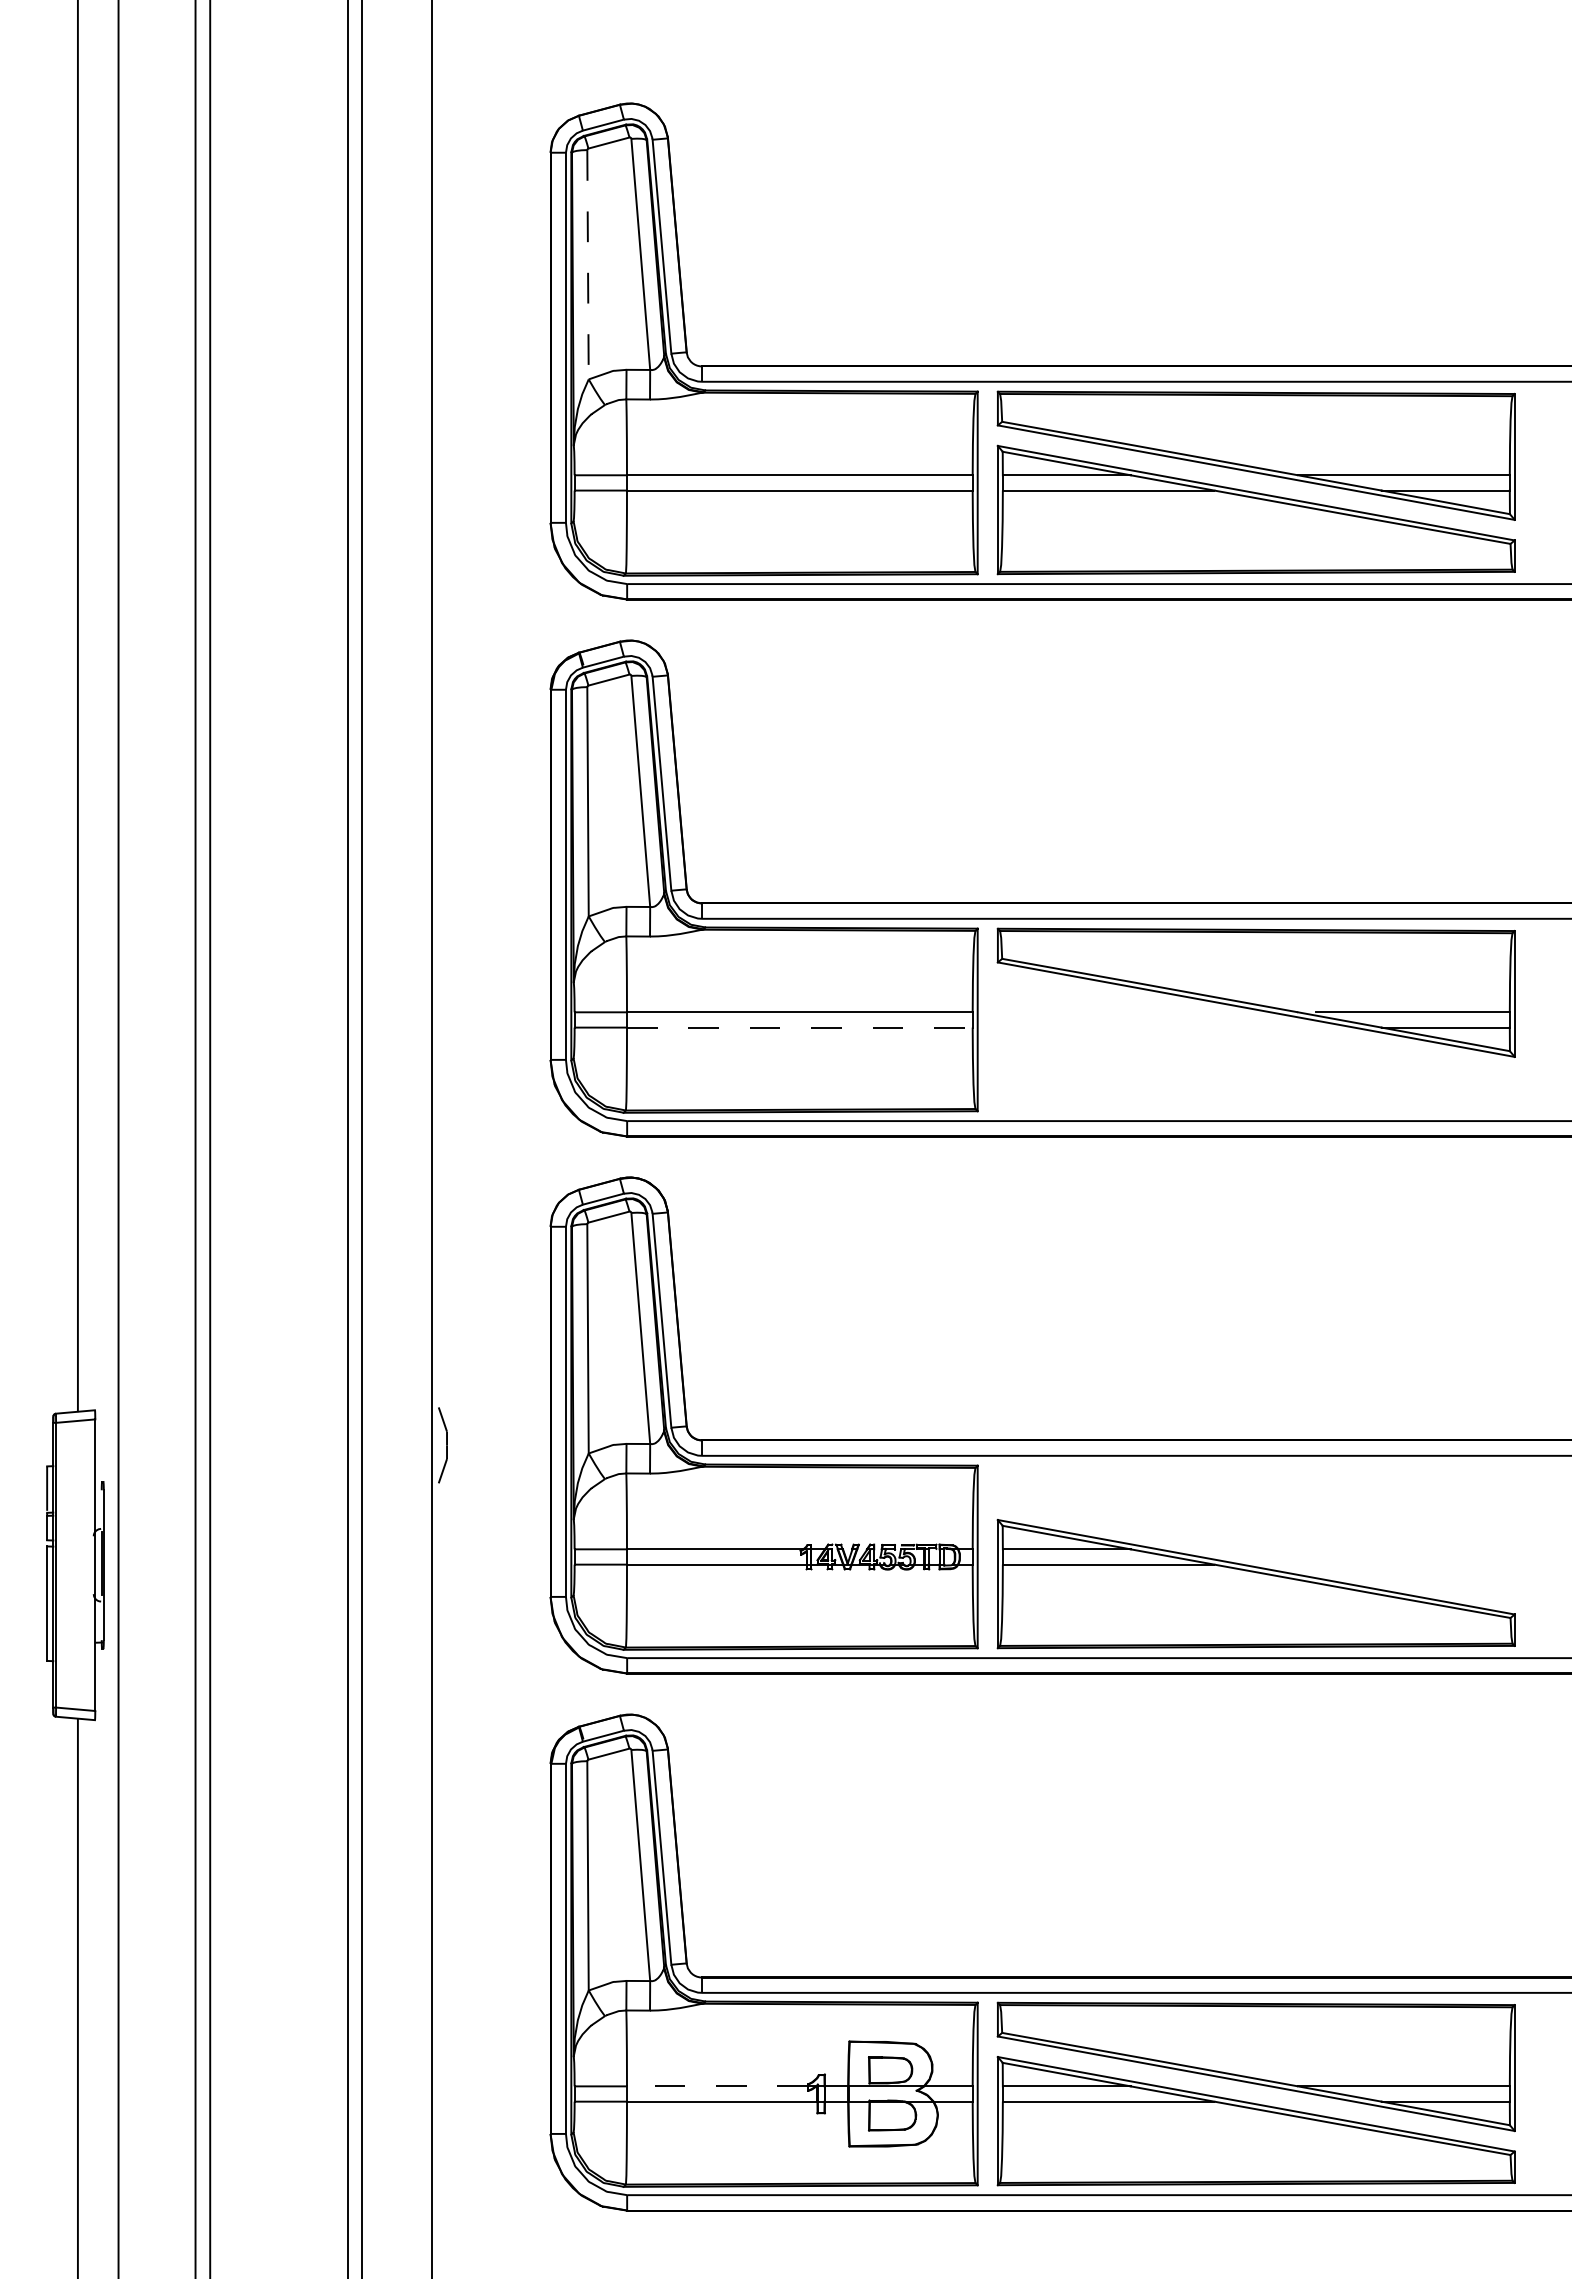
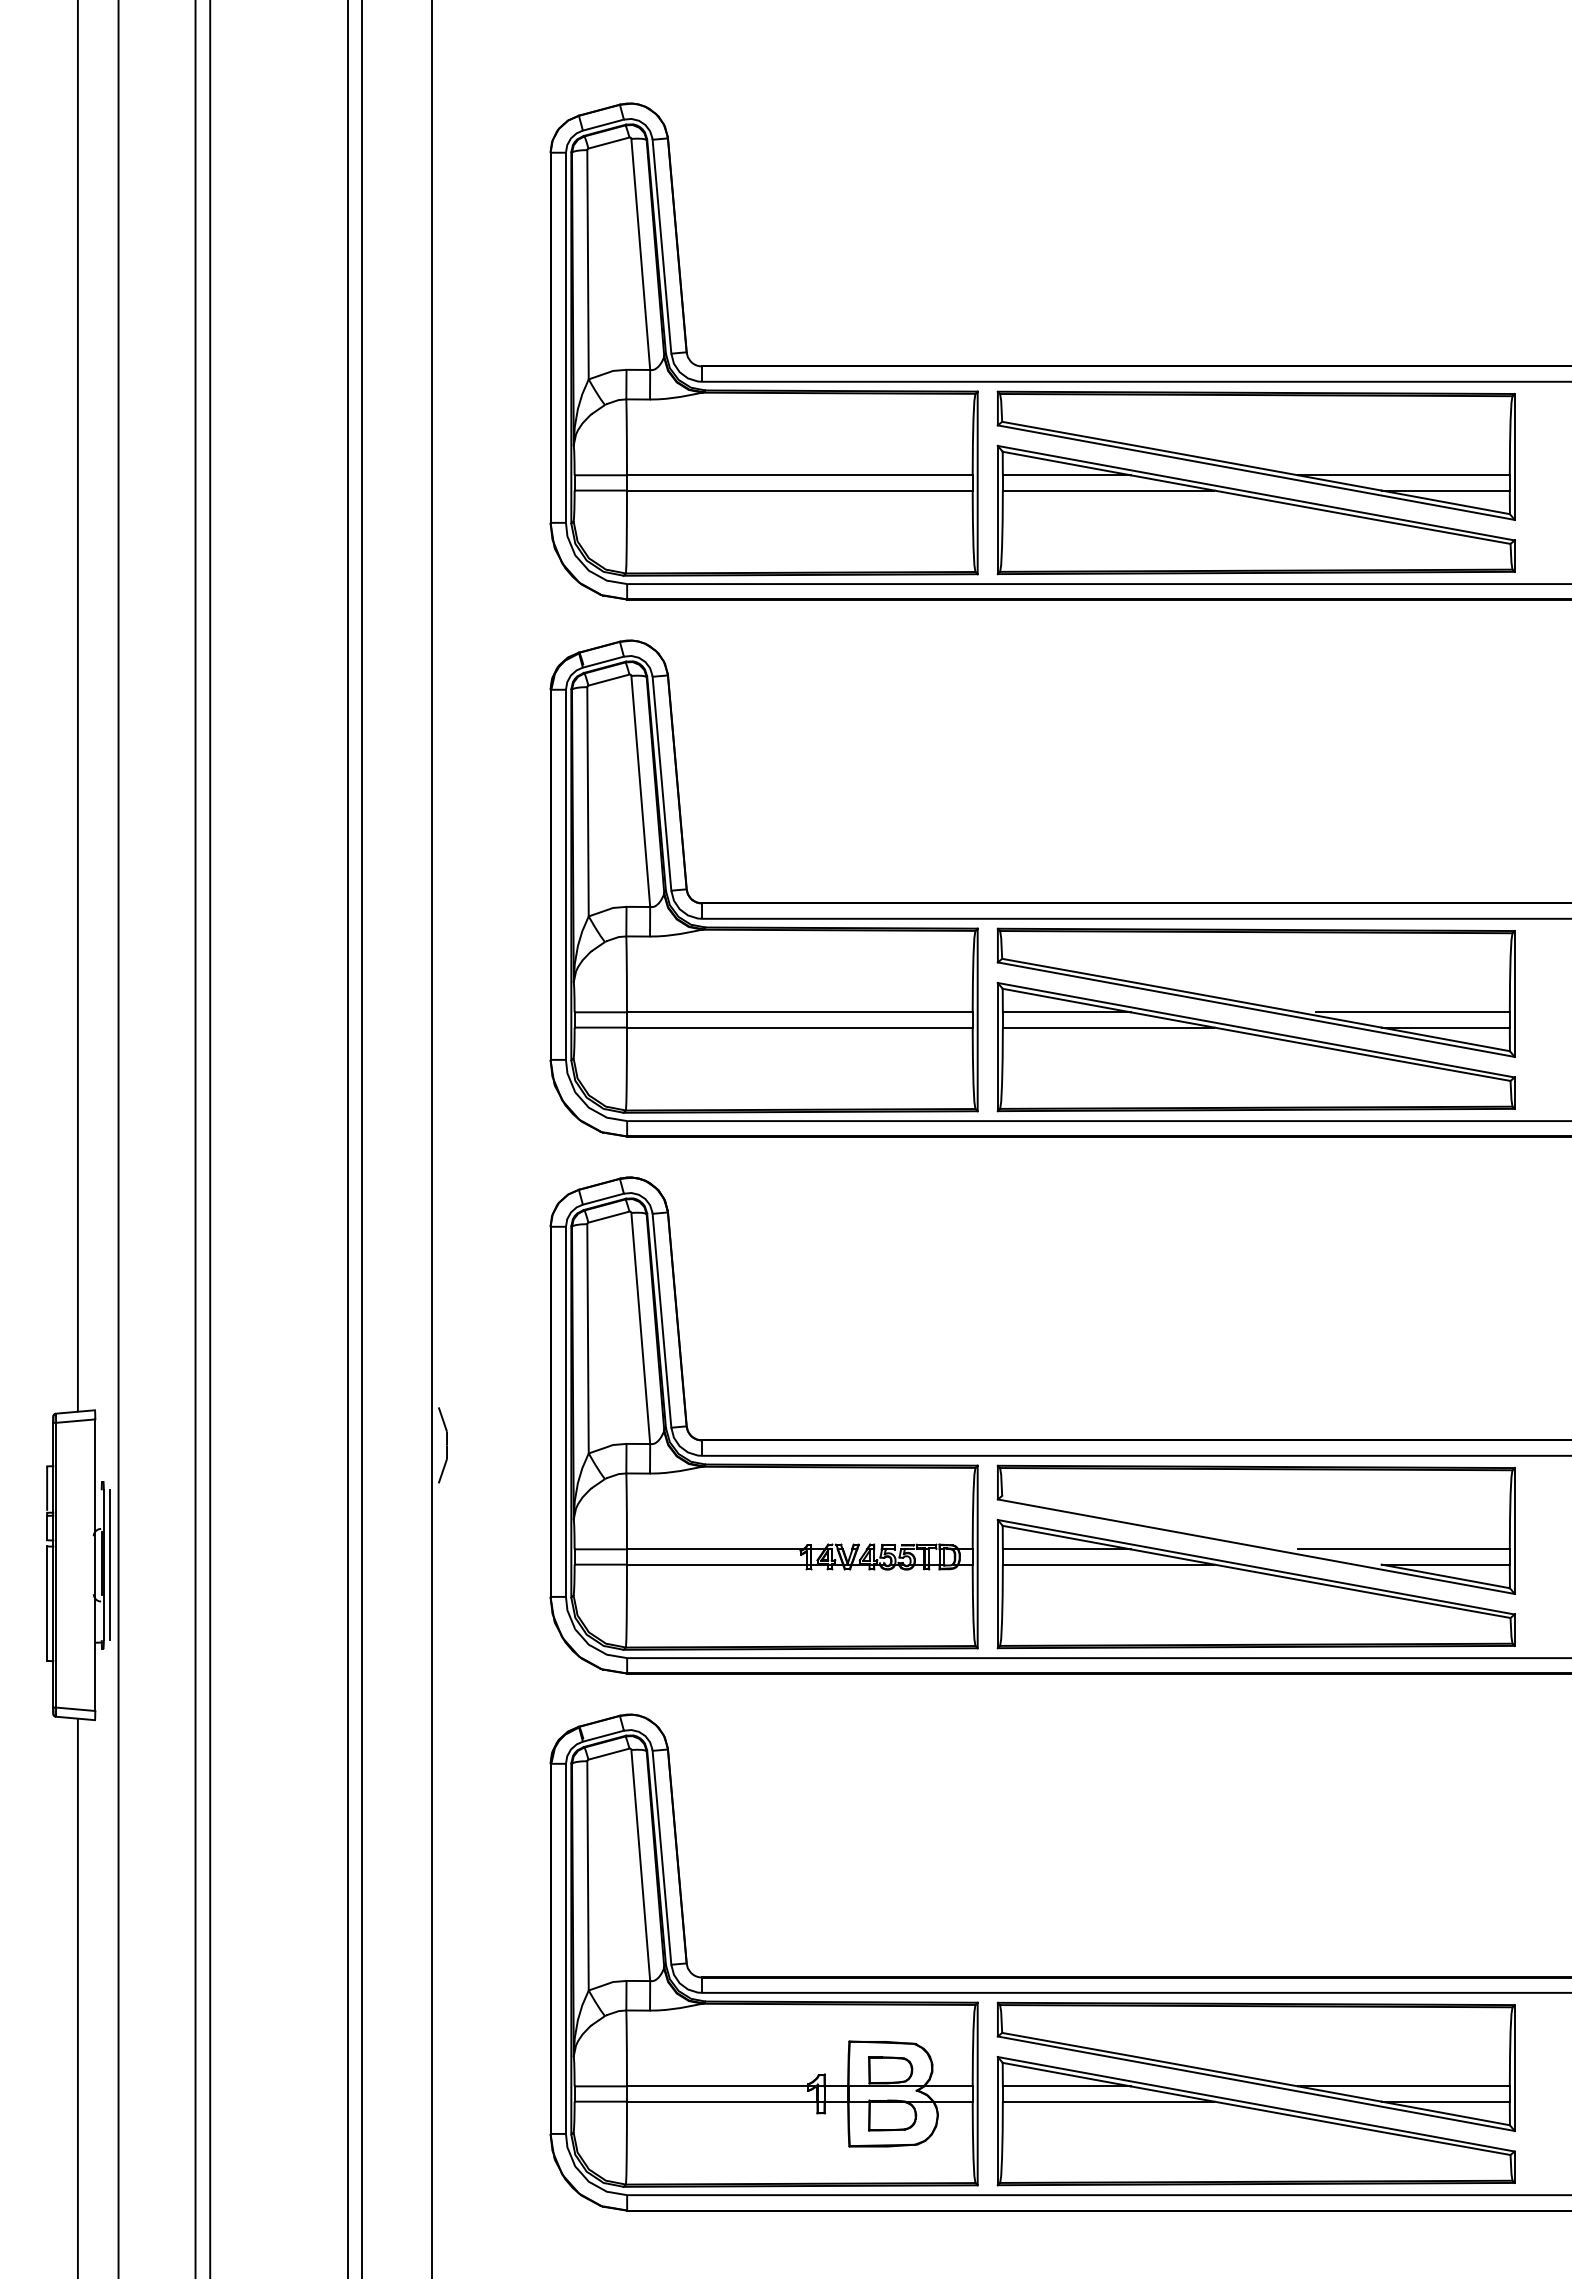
line at (588, 264): dashed -> solid
line at (799, 1027): dashed -> solid
part at (1255, 1046): none -> present
part at (1255, 1529): none -> present
line at (110, 1565): none -> present
line at (716, 2086): dashed -> solid
